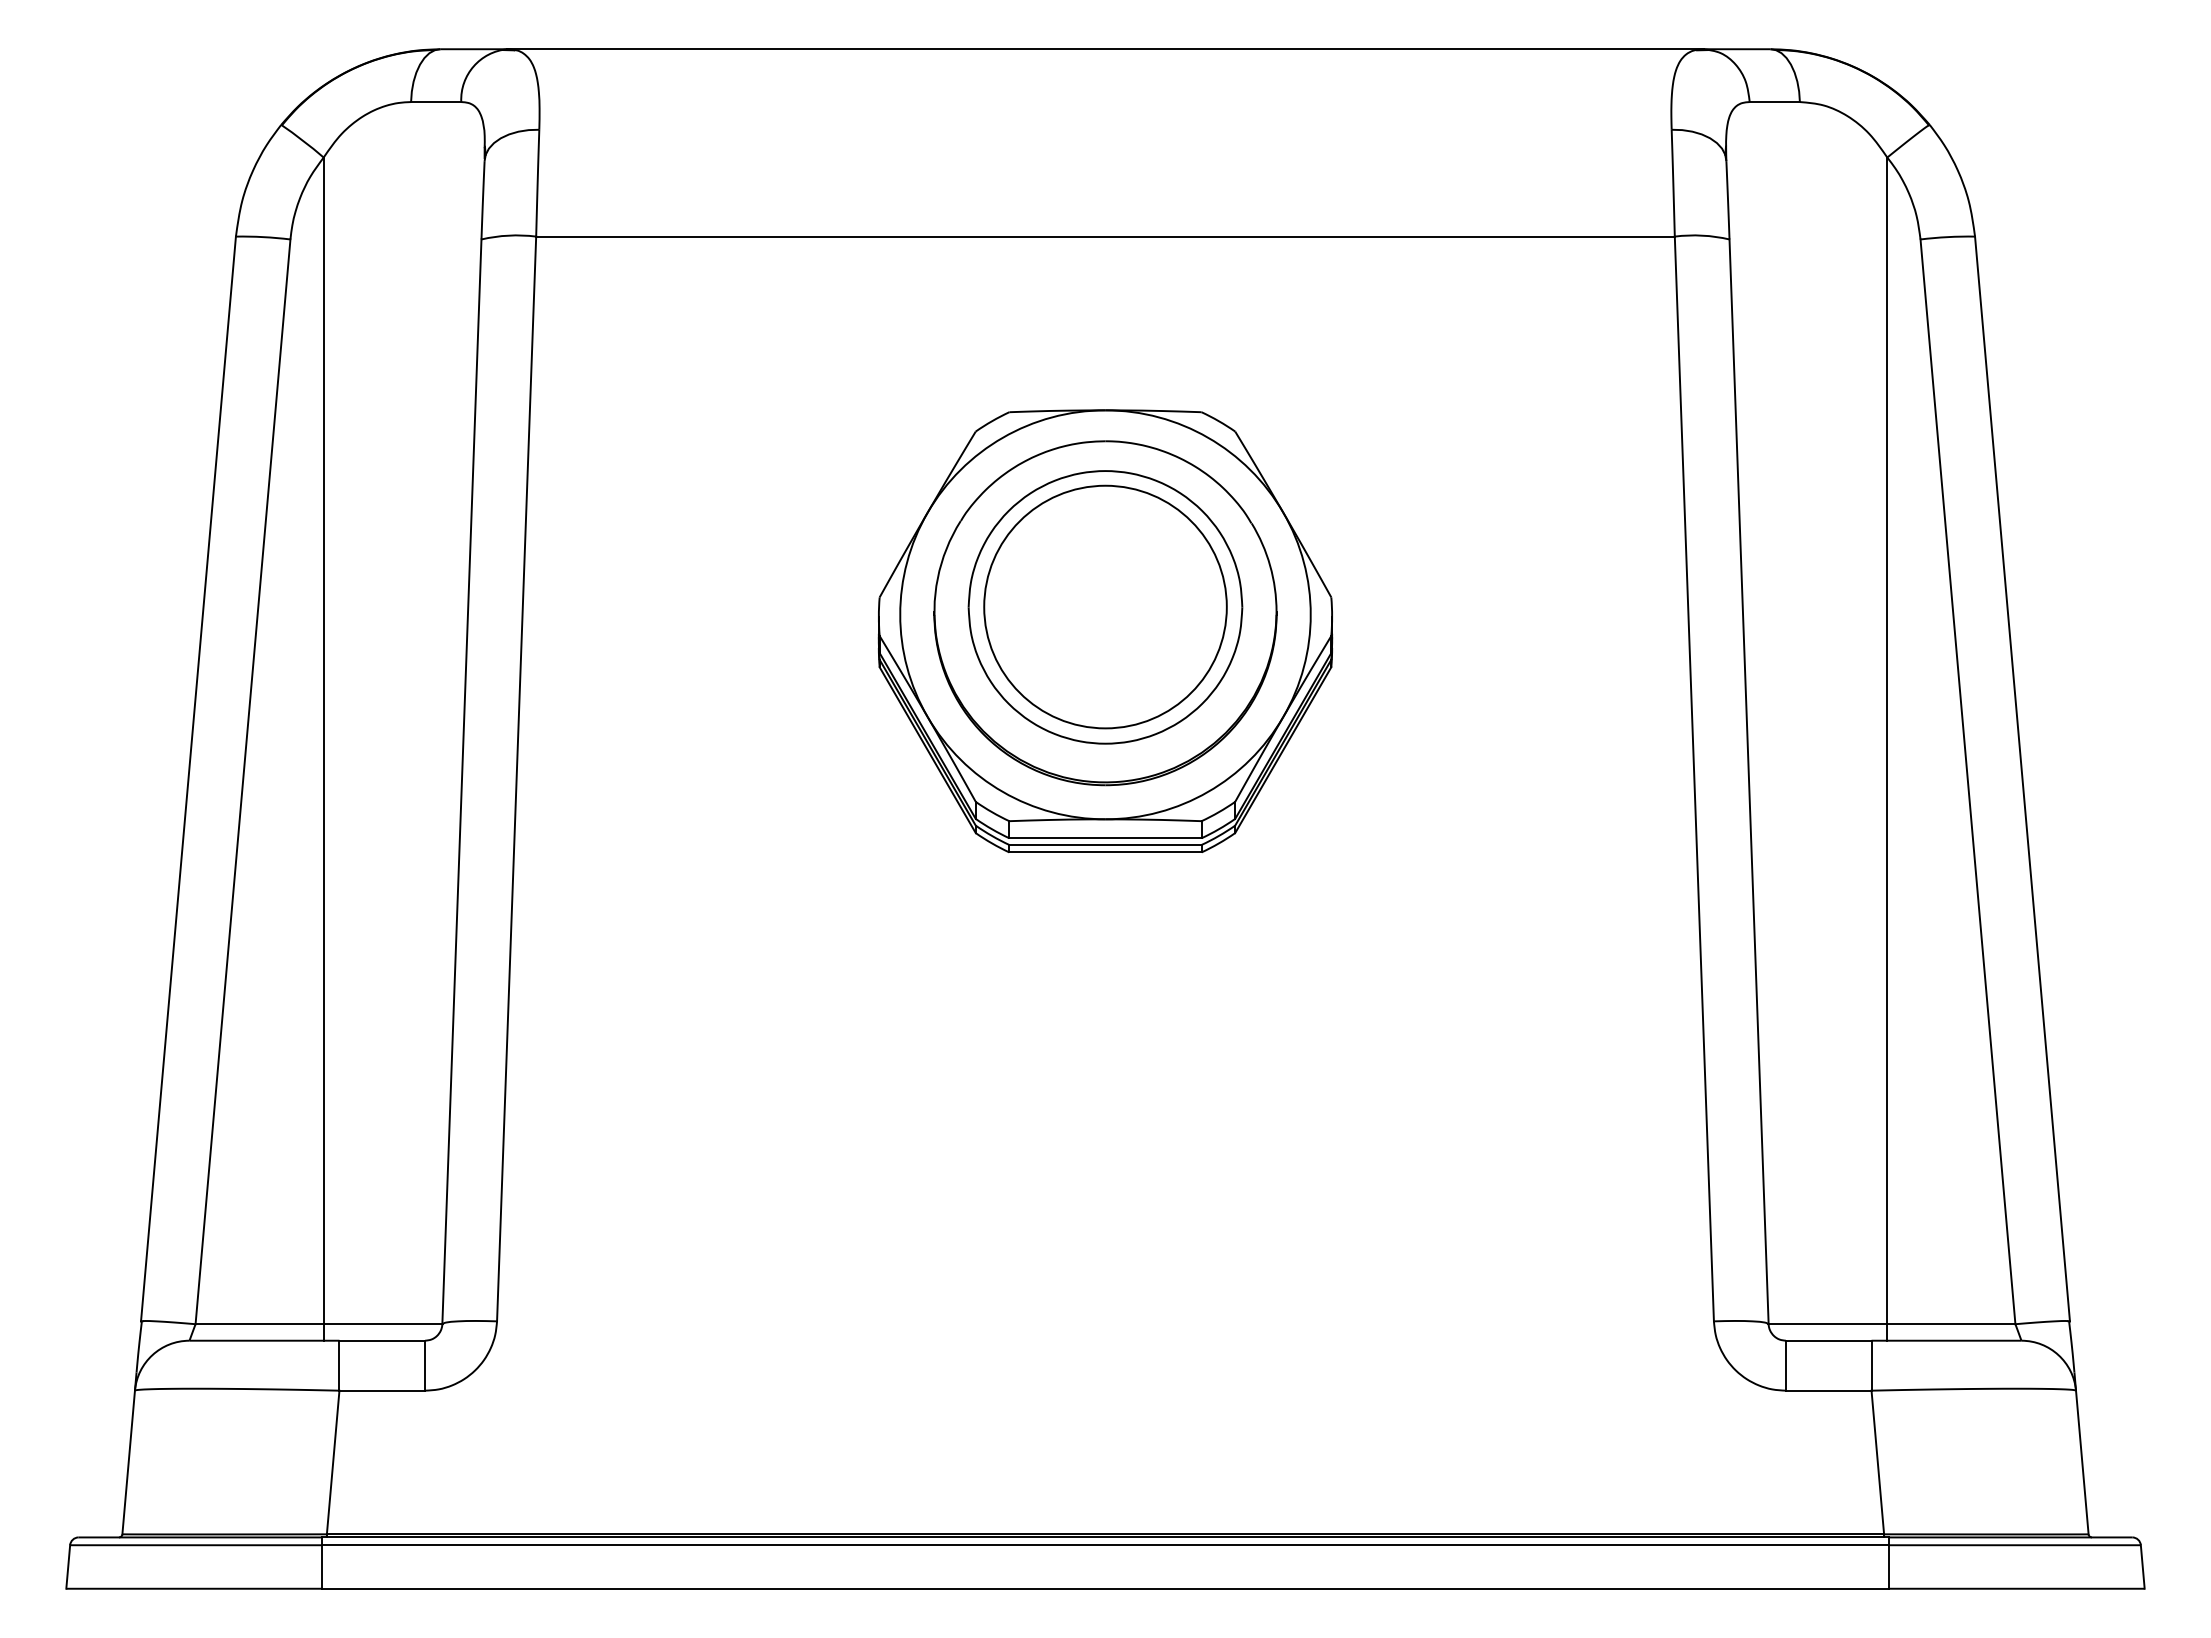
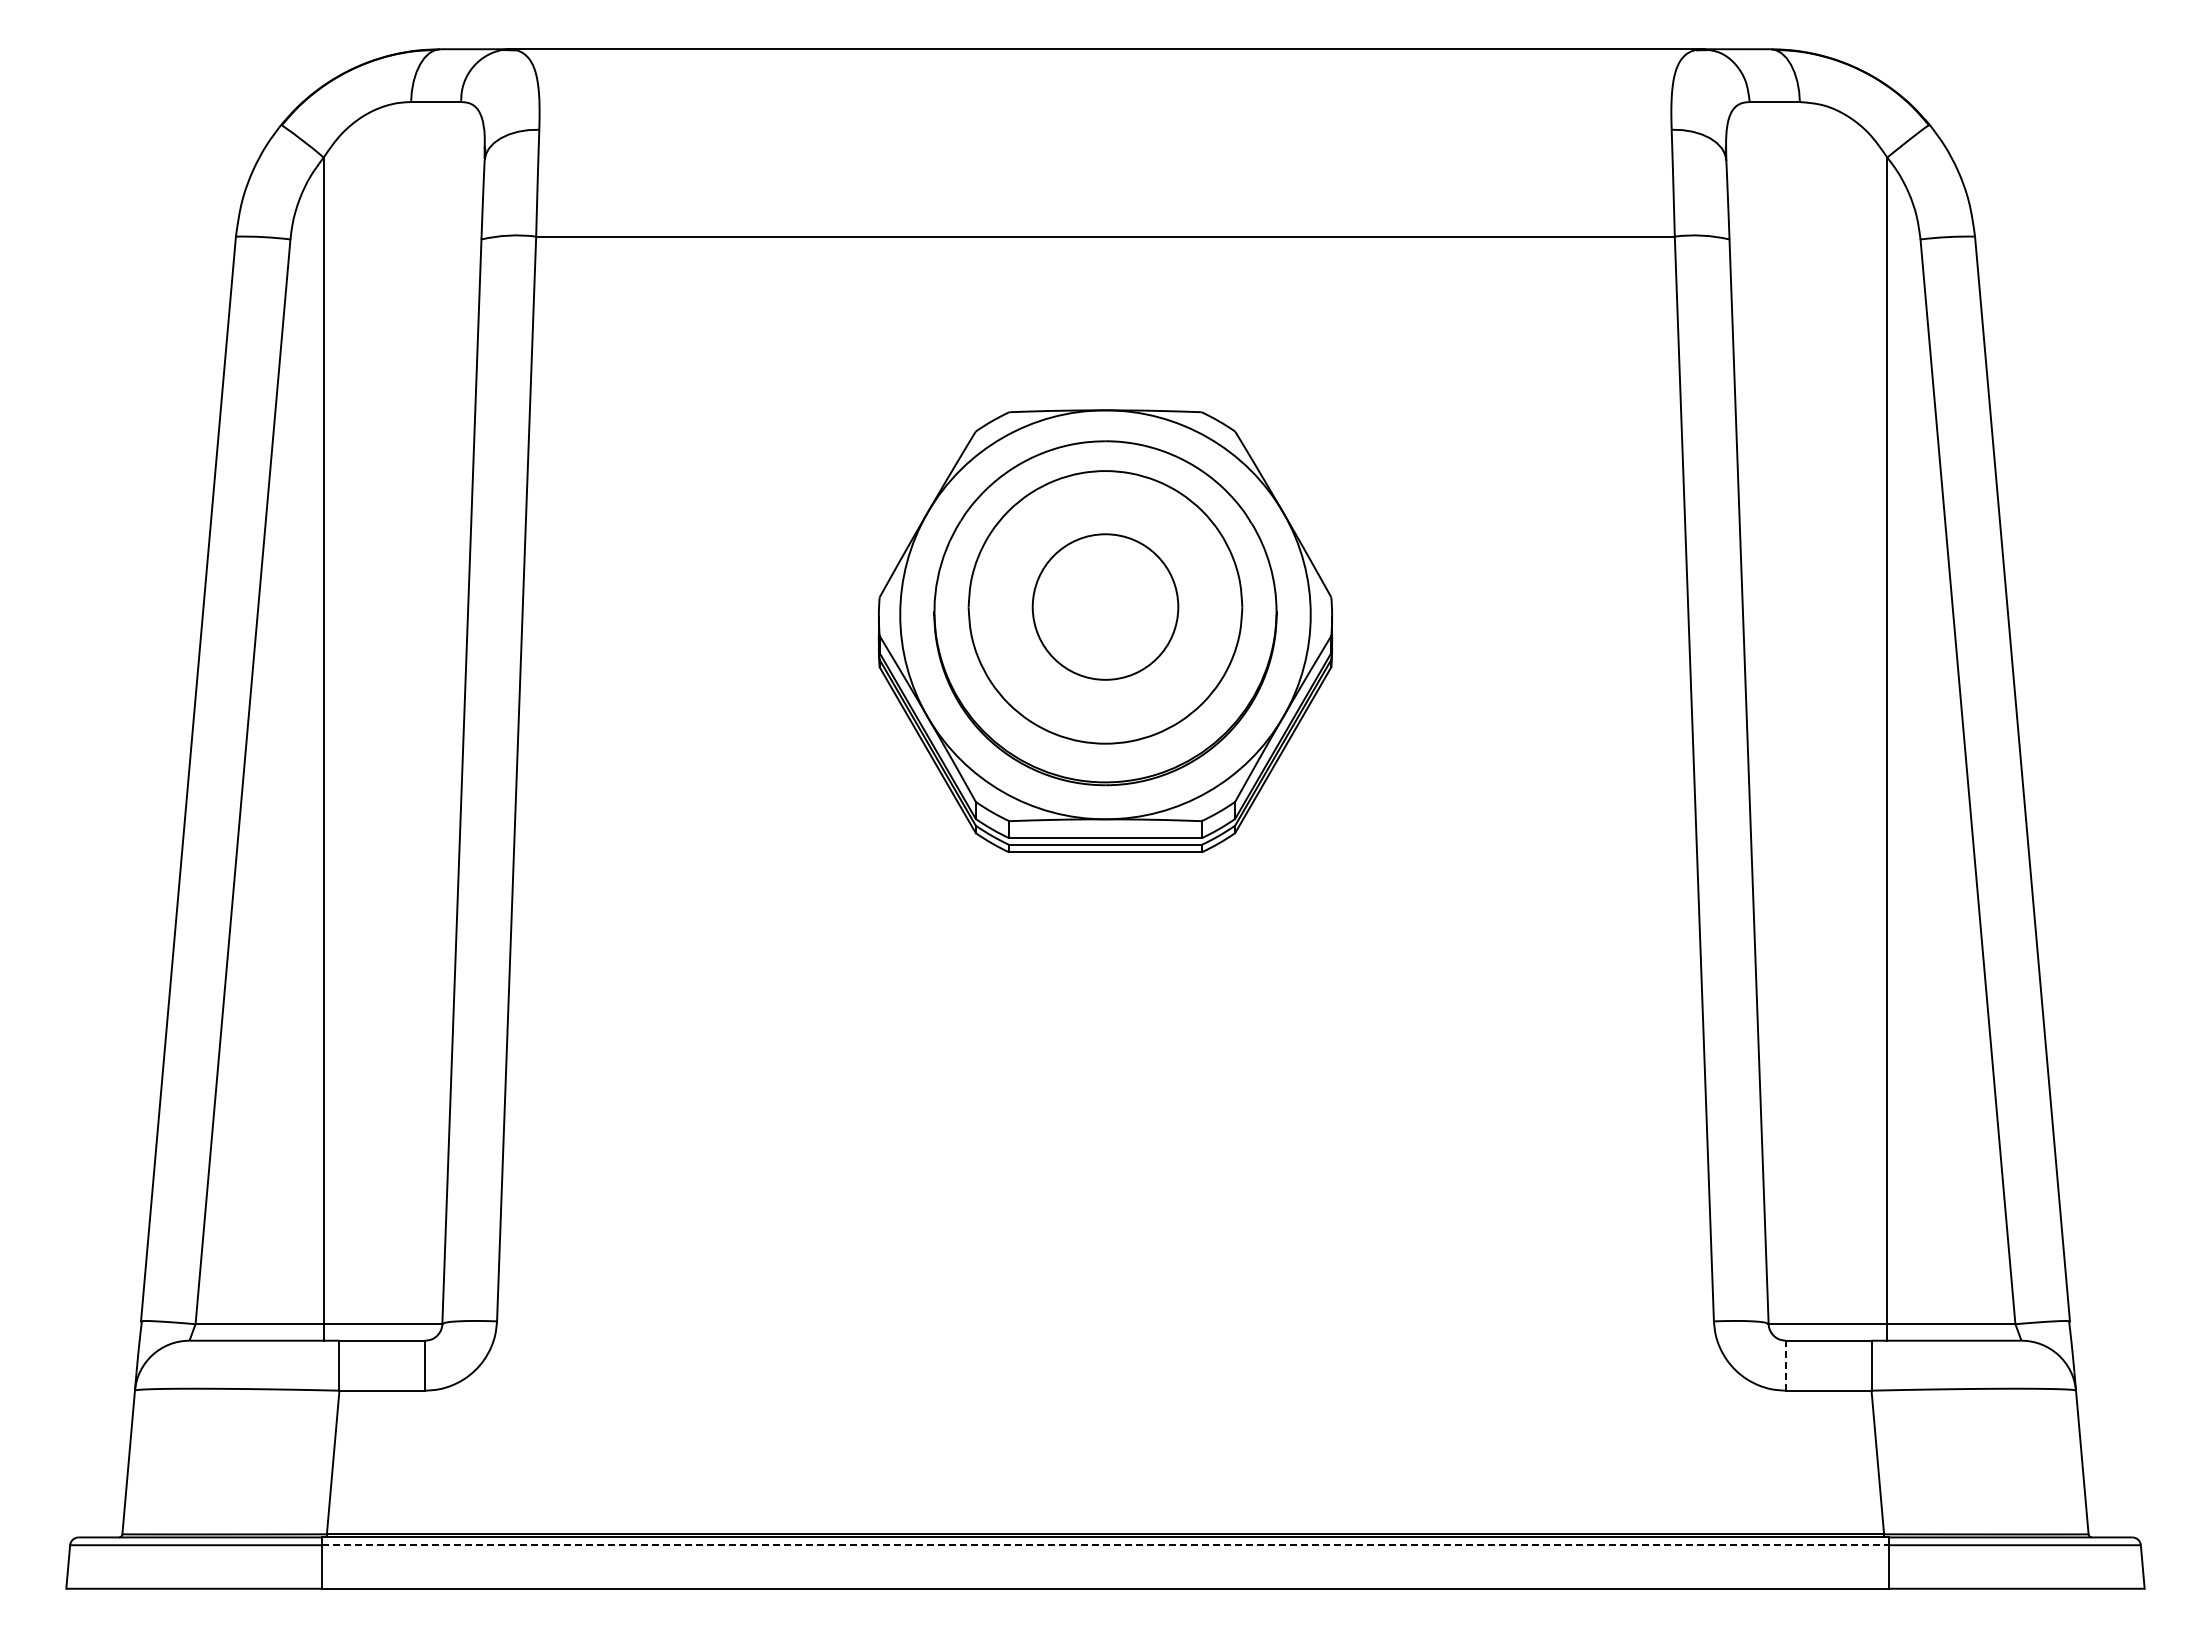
circle at (1105, 606) diameter: 243 px -> 146 px
line at (1785, 1365): solid -> dashed
line at (1106, 1545): solid -> dashed
